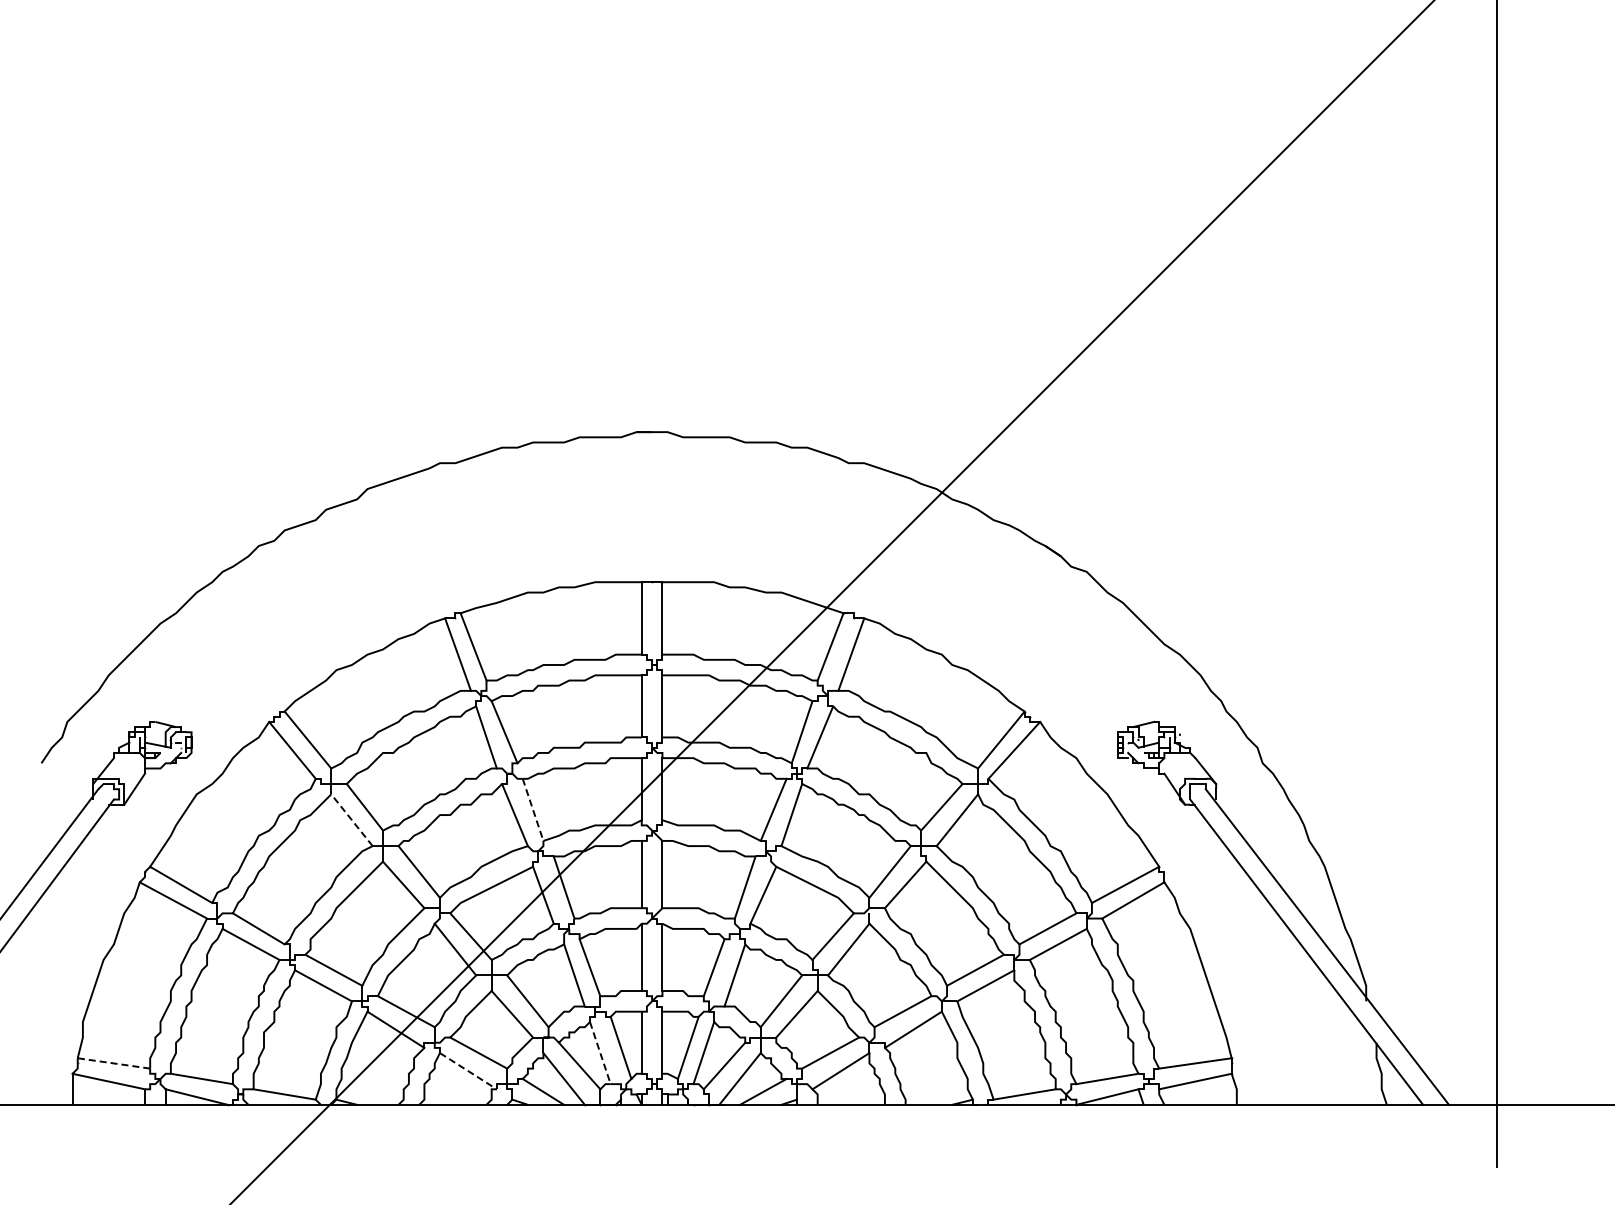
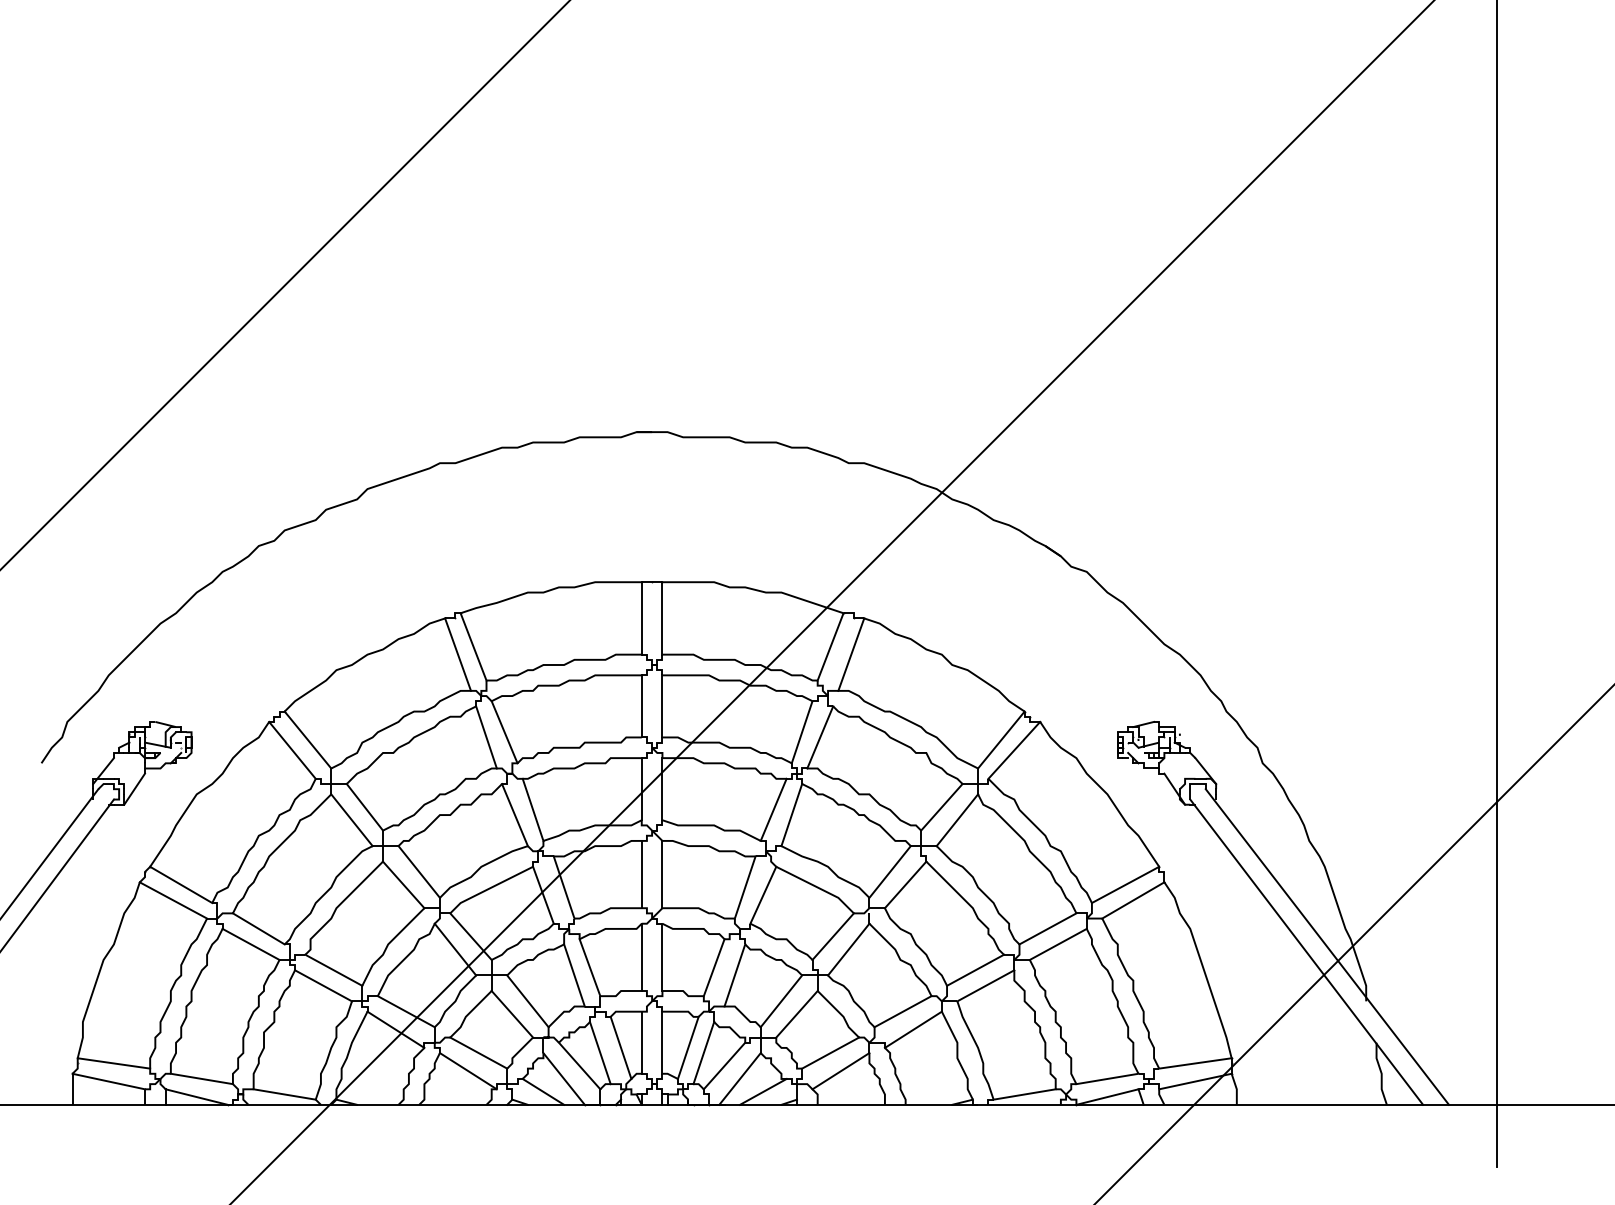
line at (284, 285): none -> present
line at (533, 809): dashed -> solid
line at (351, 819): dashed -> solid
line at (1354, 944): none -> present
line at (600, 1053): dashed -> solid
line at (113, 1063): dashed -> solid
line at (468, 1071): dashed -> solid
